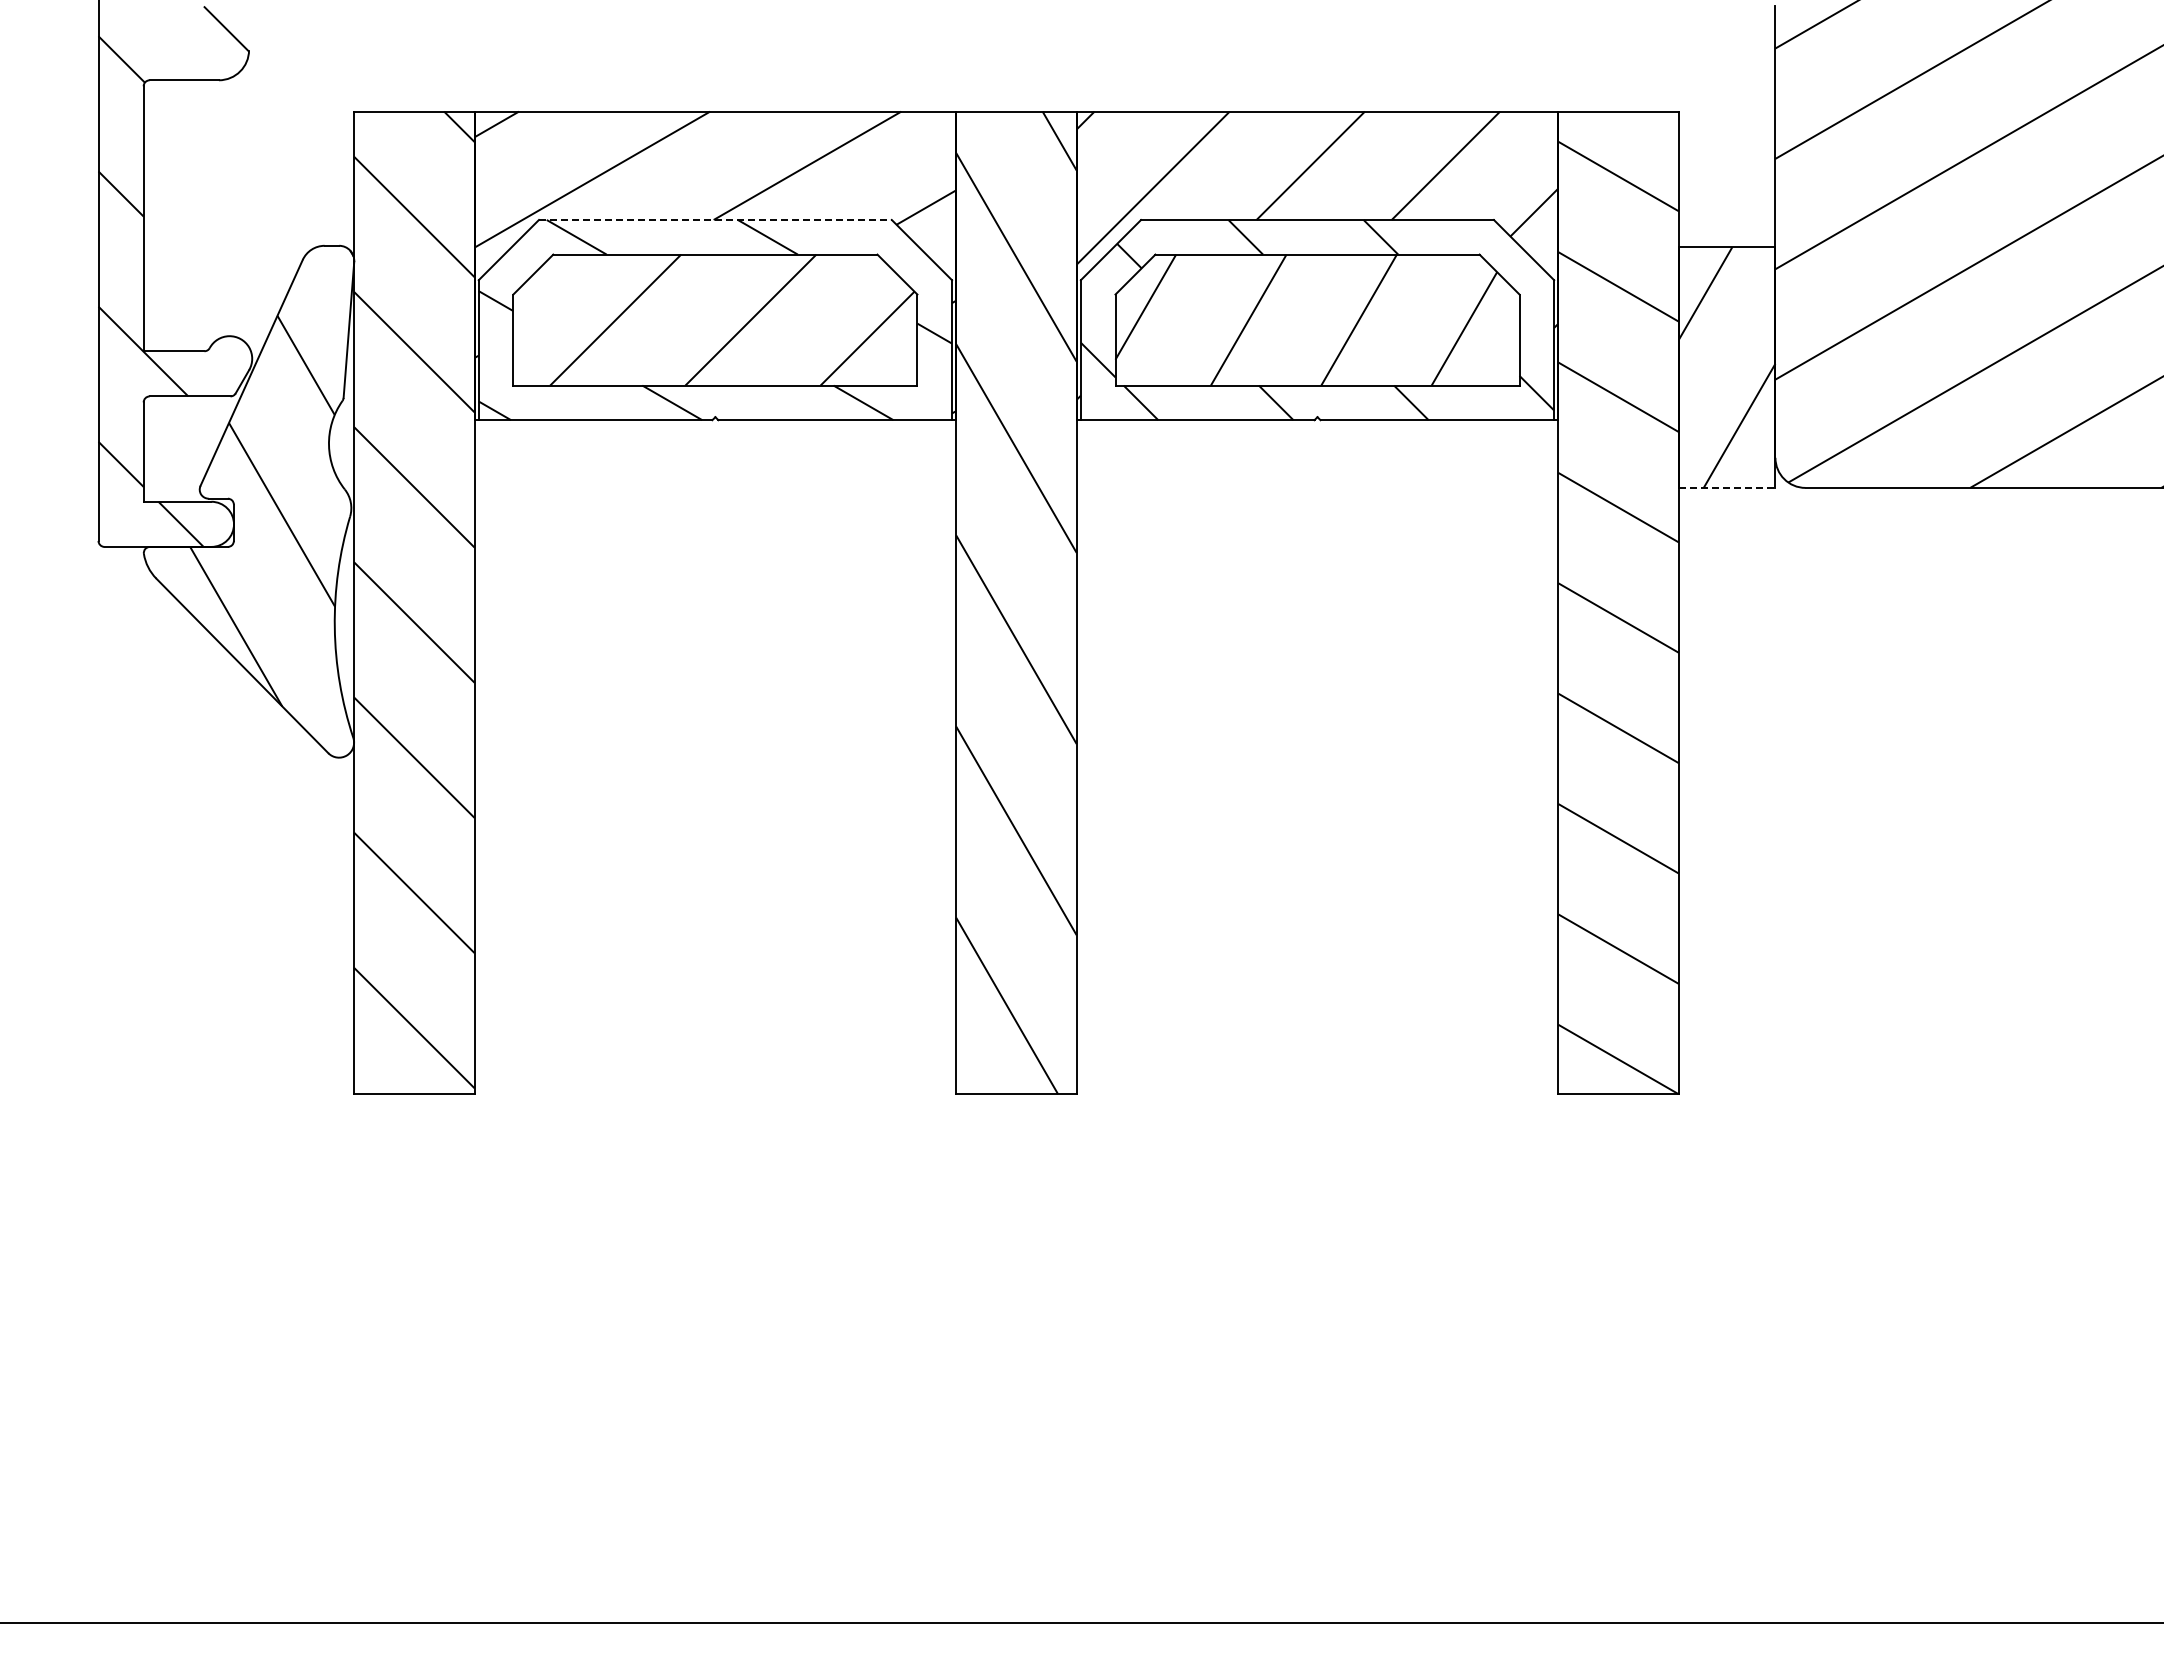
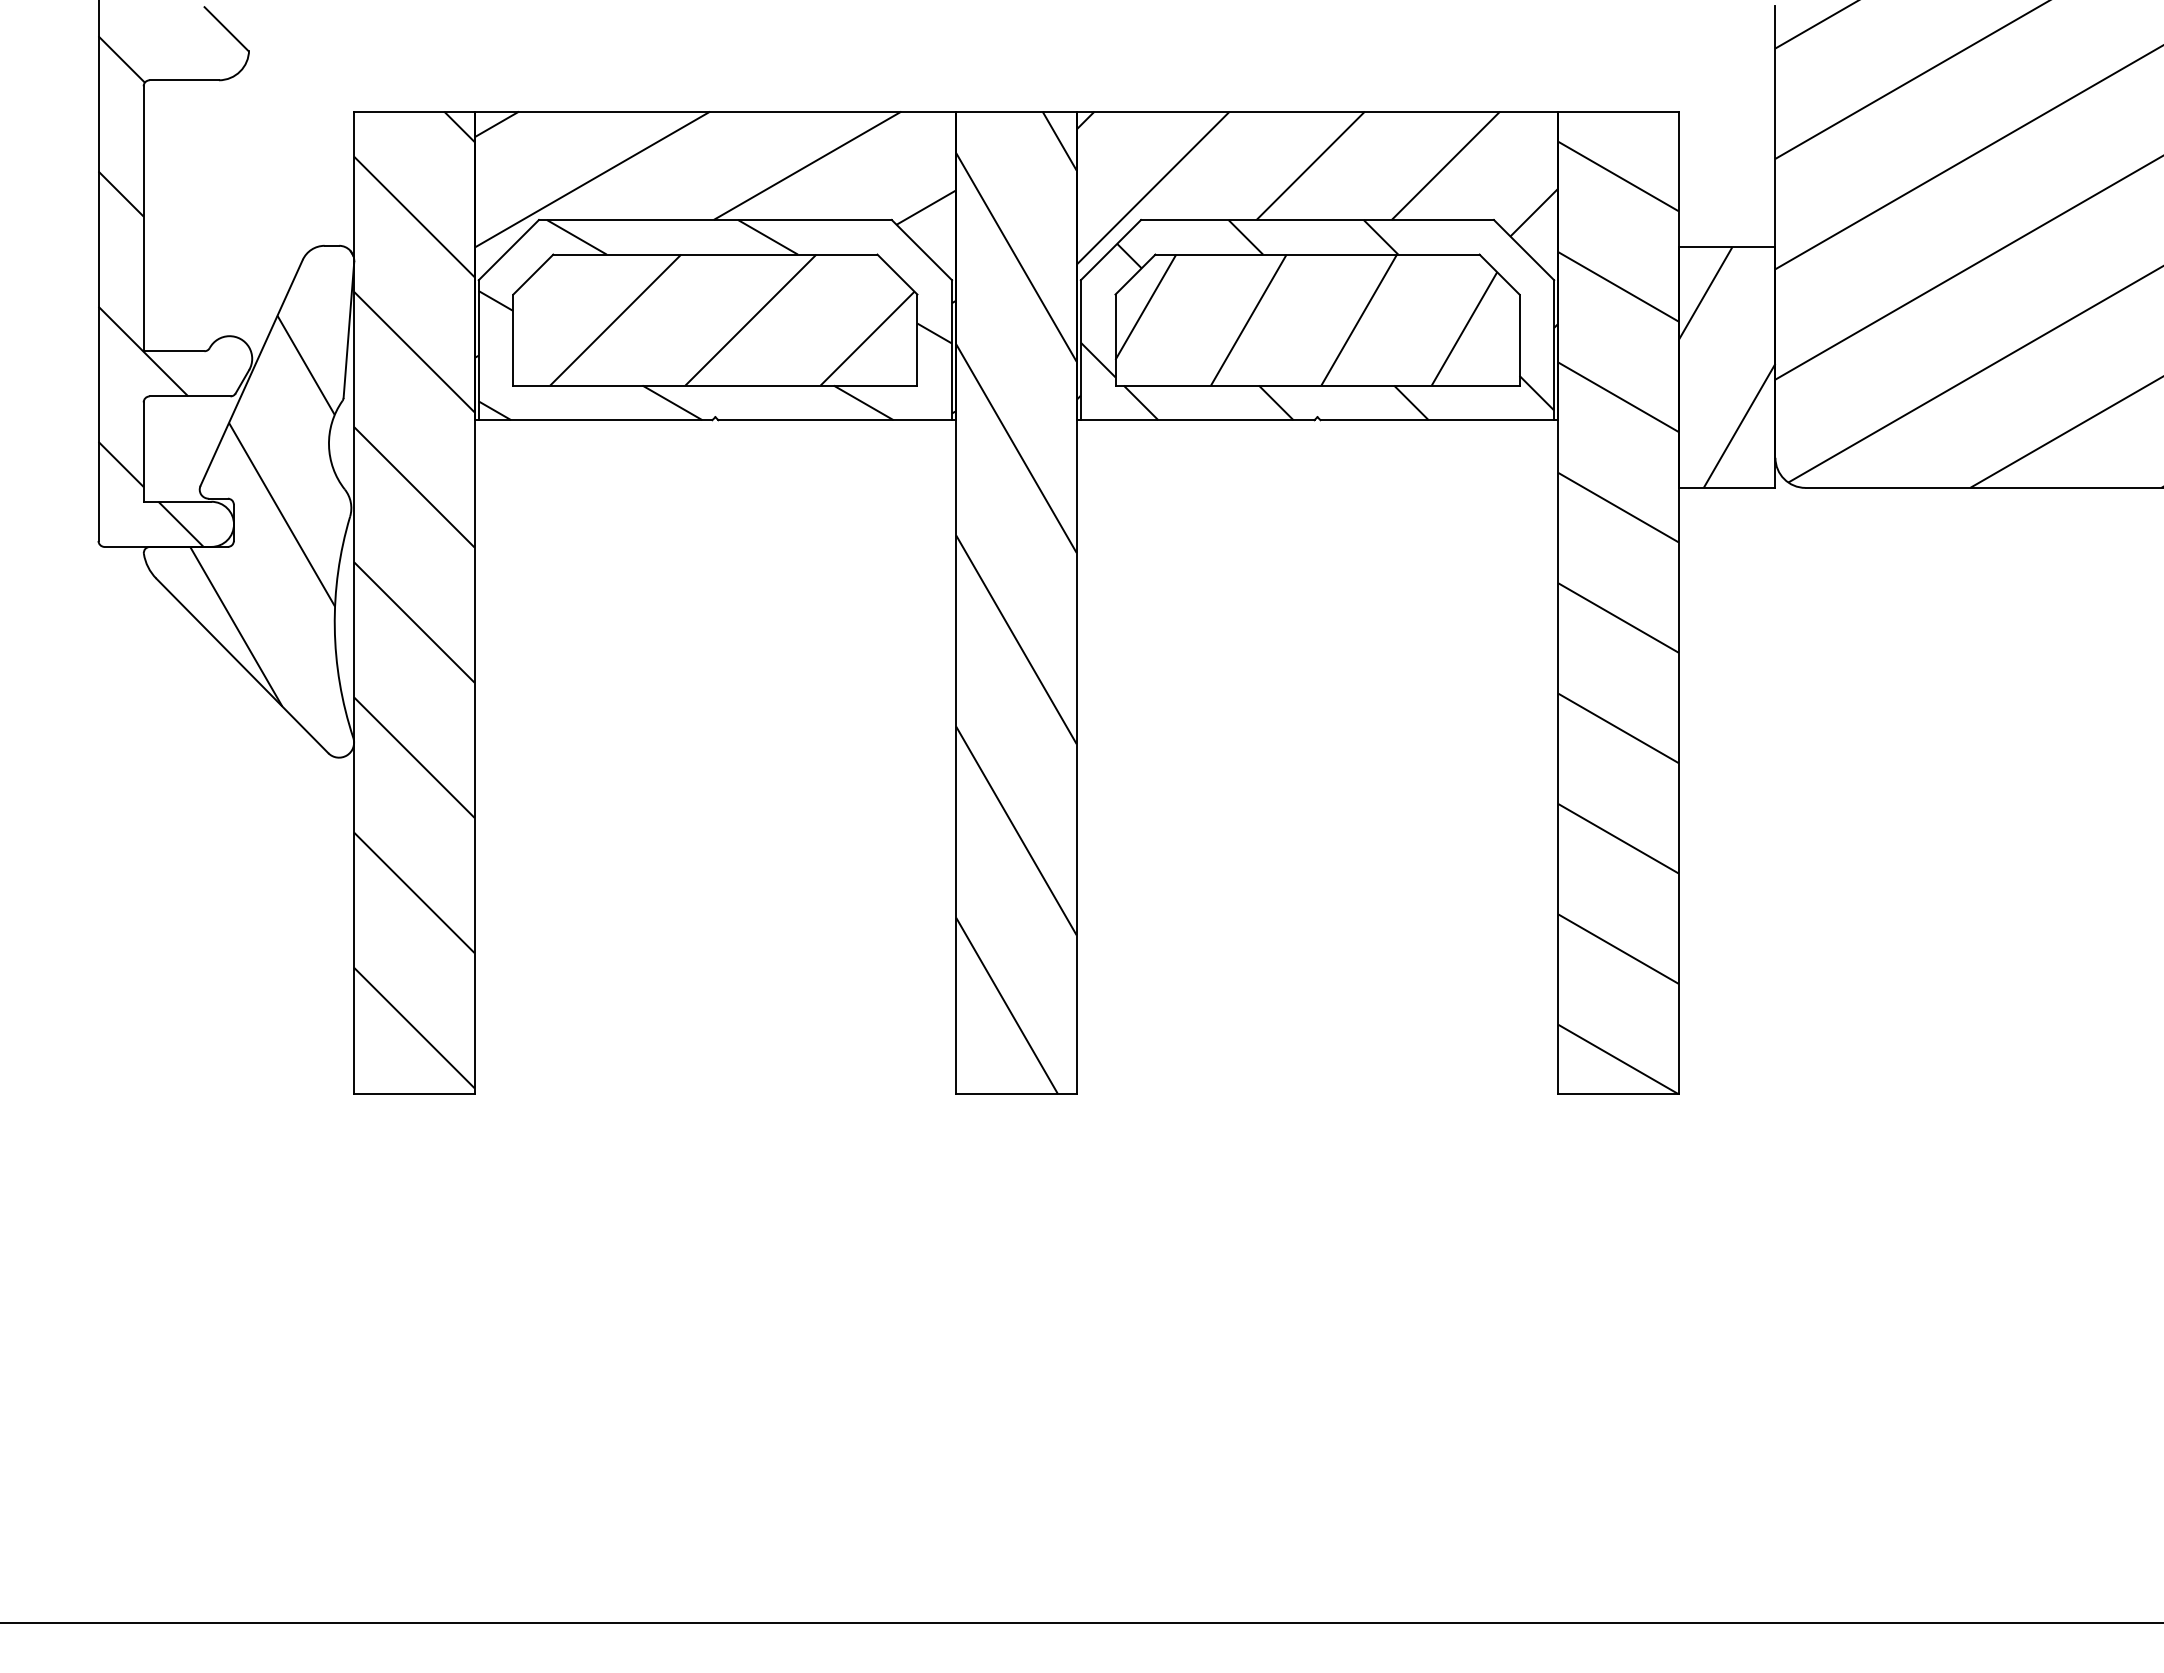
line at (715, 219): dashed -> solid
line at (1727, 487): dashed -> solid
